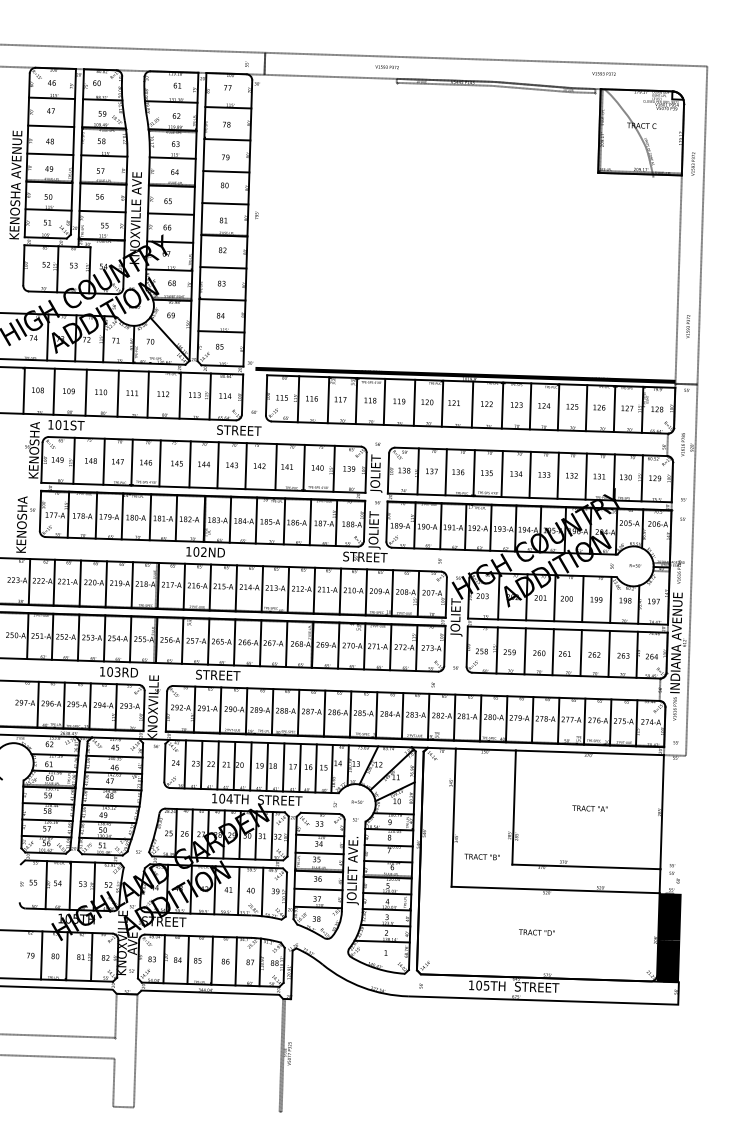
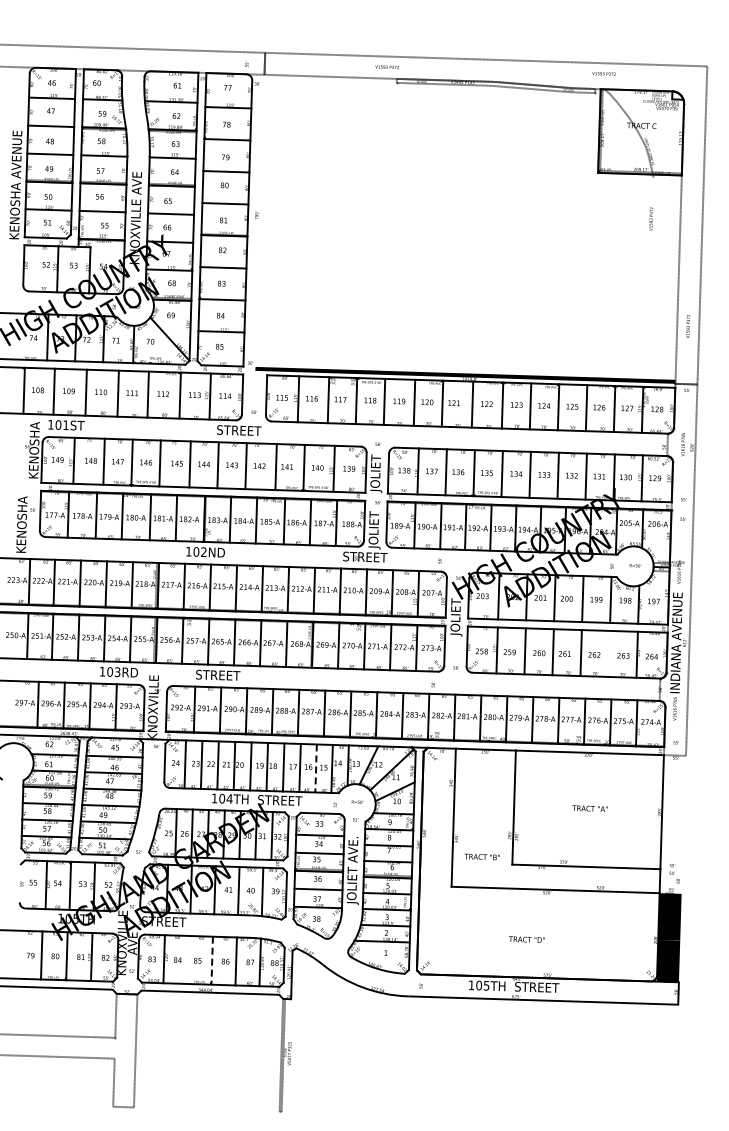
text at (693, 163) position: (693, 163) -> (651, 218)
line at (608, 653): present -> none
line at (316, 768): solid -> dashed
text at (536, 932) position: (536, 932) -> (526, 939)
line at (187, 959): present -> none
line at (212, 961): solid -> dashed
